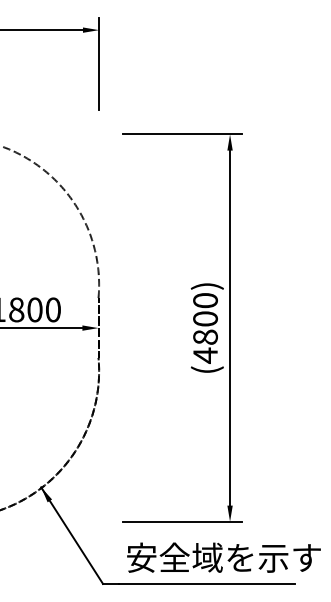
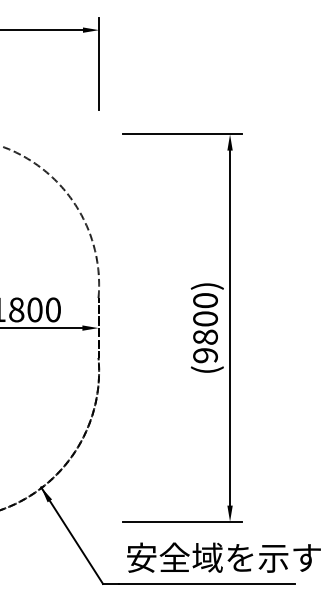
text at (205, 355): (4800) -> (9800)
